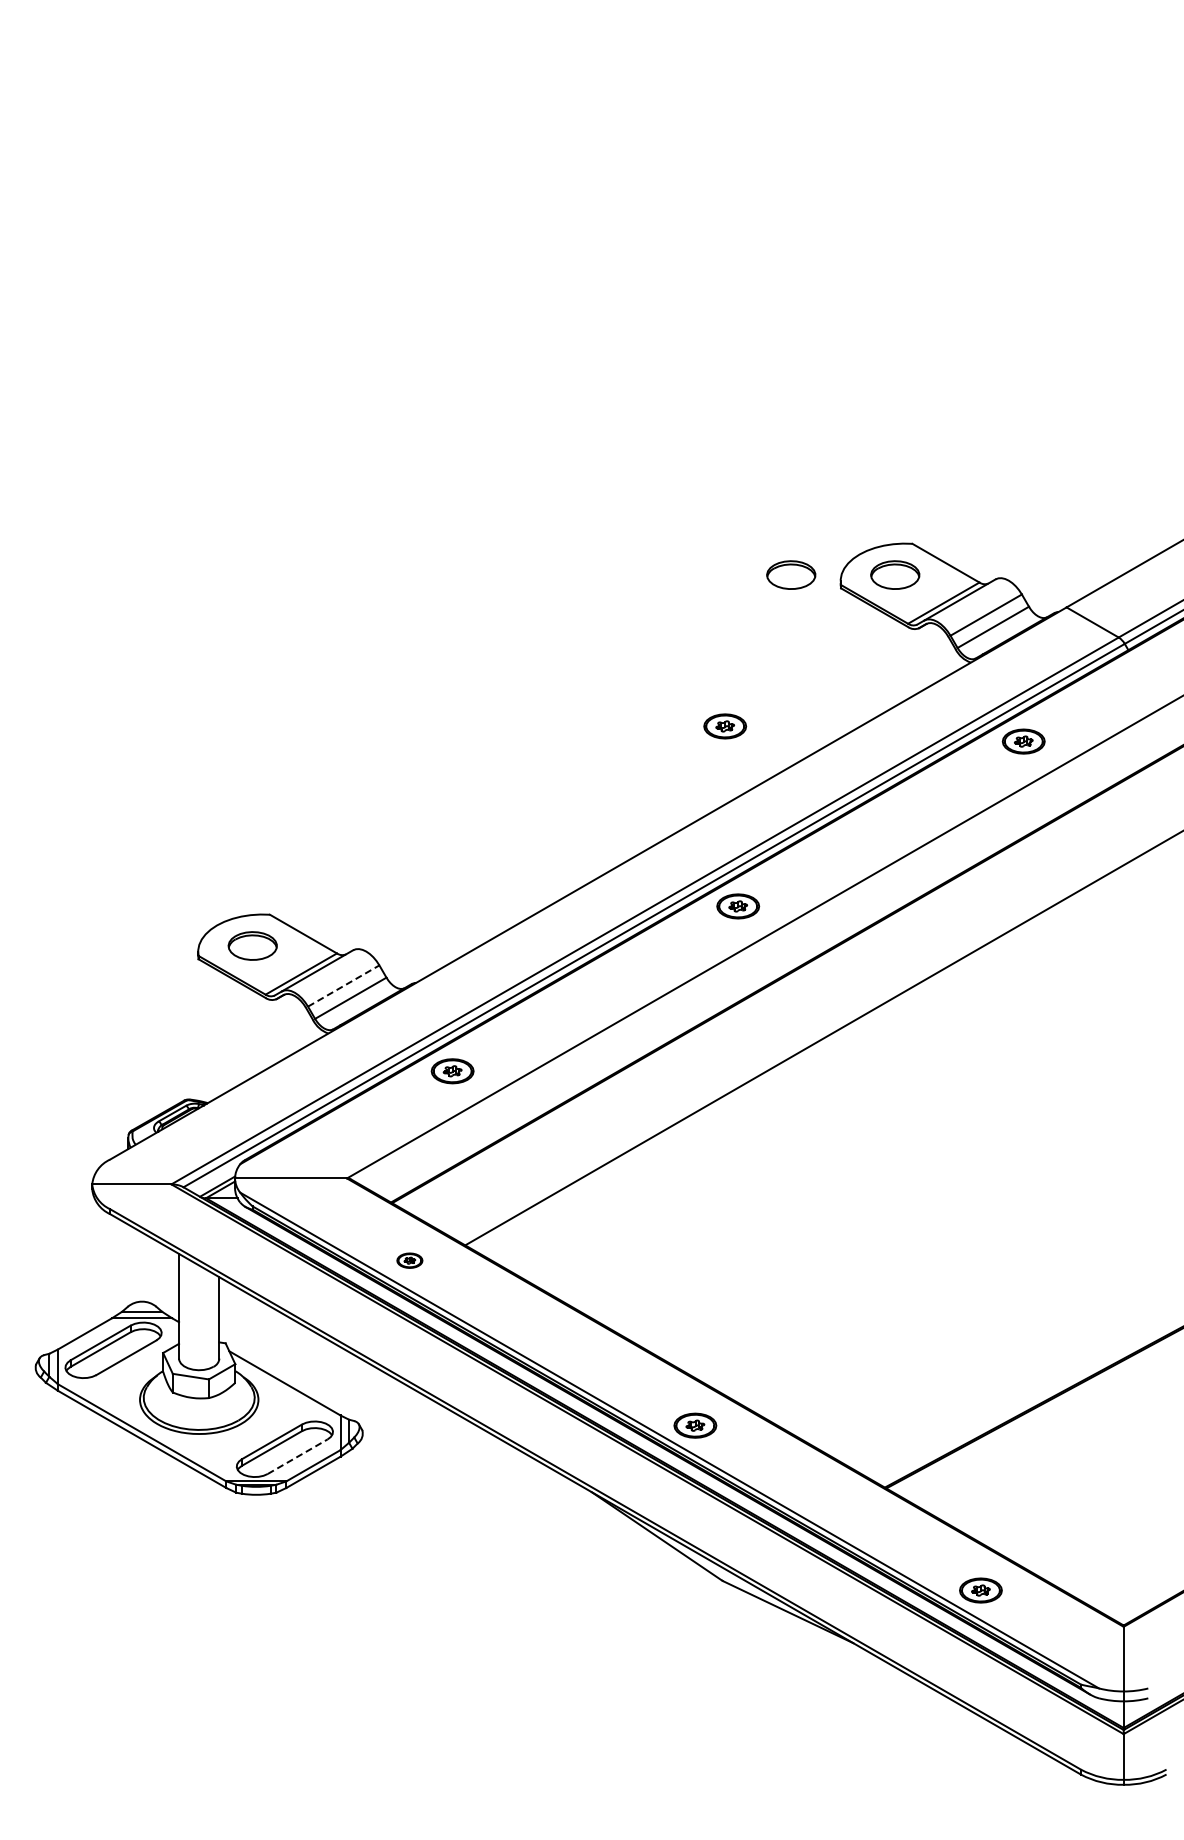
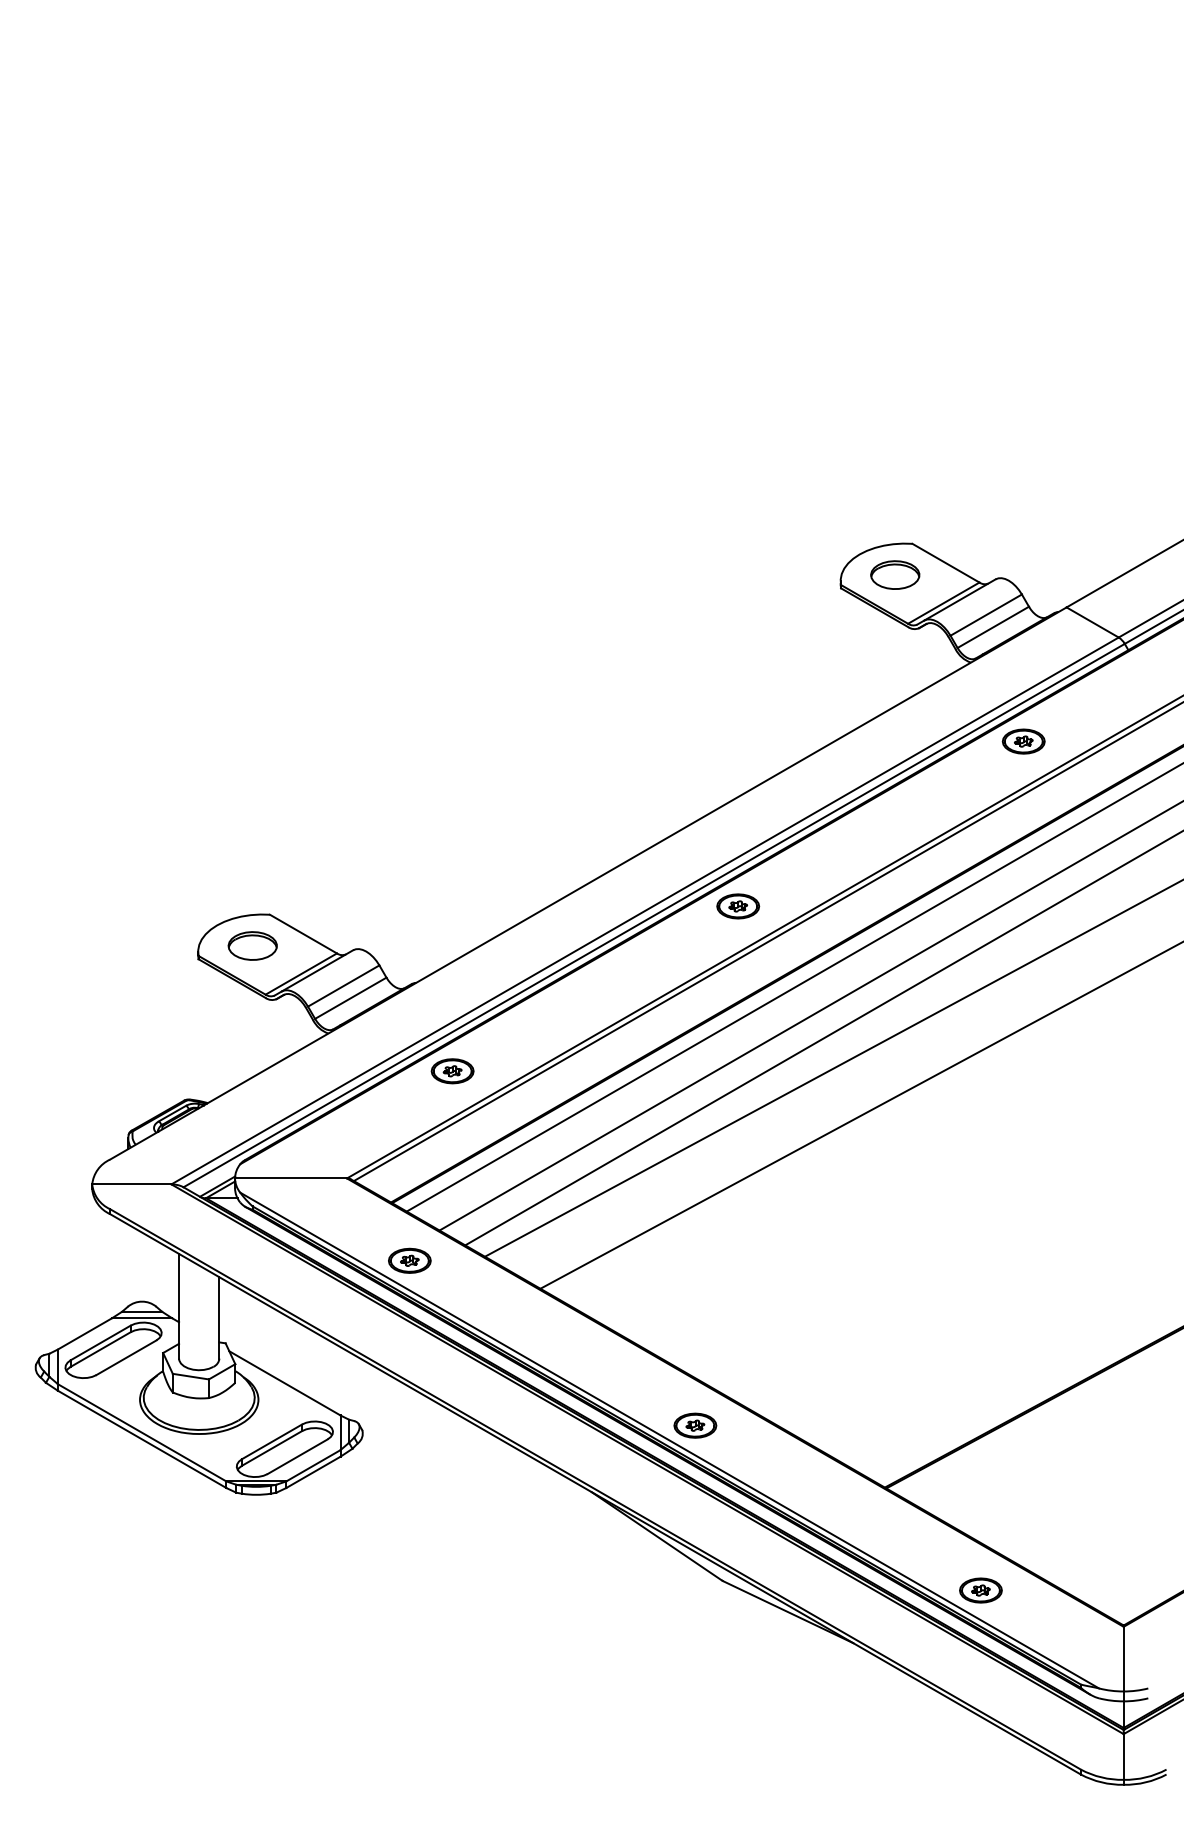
part at (791, 574): present -> none
part at (725, 726): present -> none
line at (766, 942): none -> present
line at (344, 985): dashed -> solid
line at (793, 987): none -> present
line at (809, 1016): none -> present
line at (832, 1068): none -> present
line at (860, 1115): none -> present
part at (409, 1260) size: 28x17 px -> 44x27 px
line at (297, 1456): dashed -> solid
